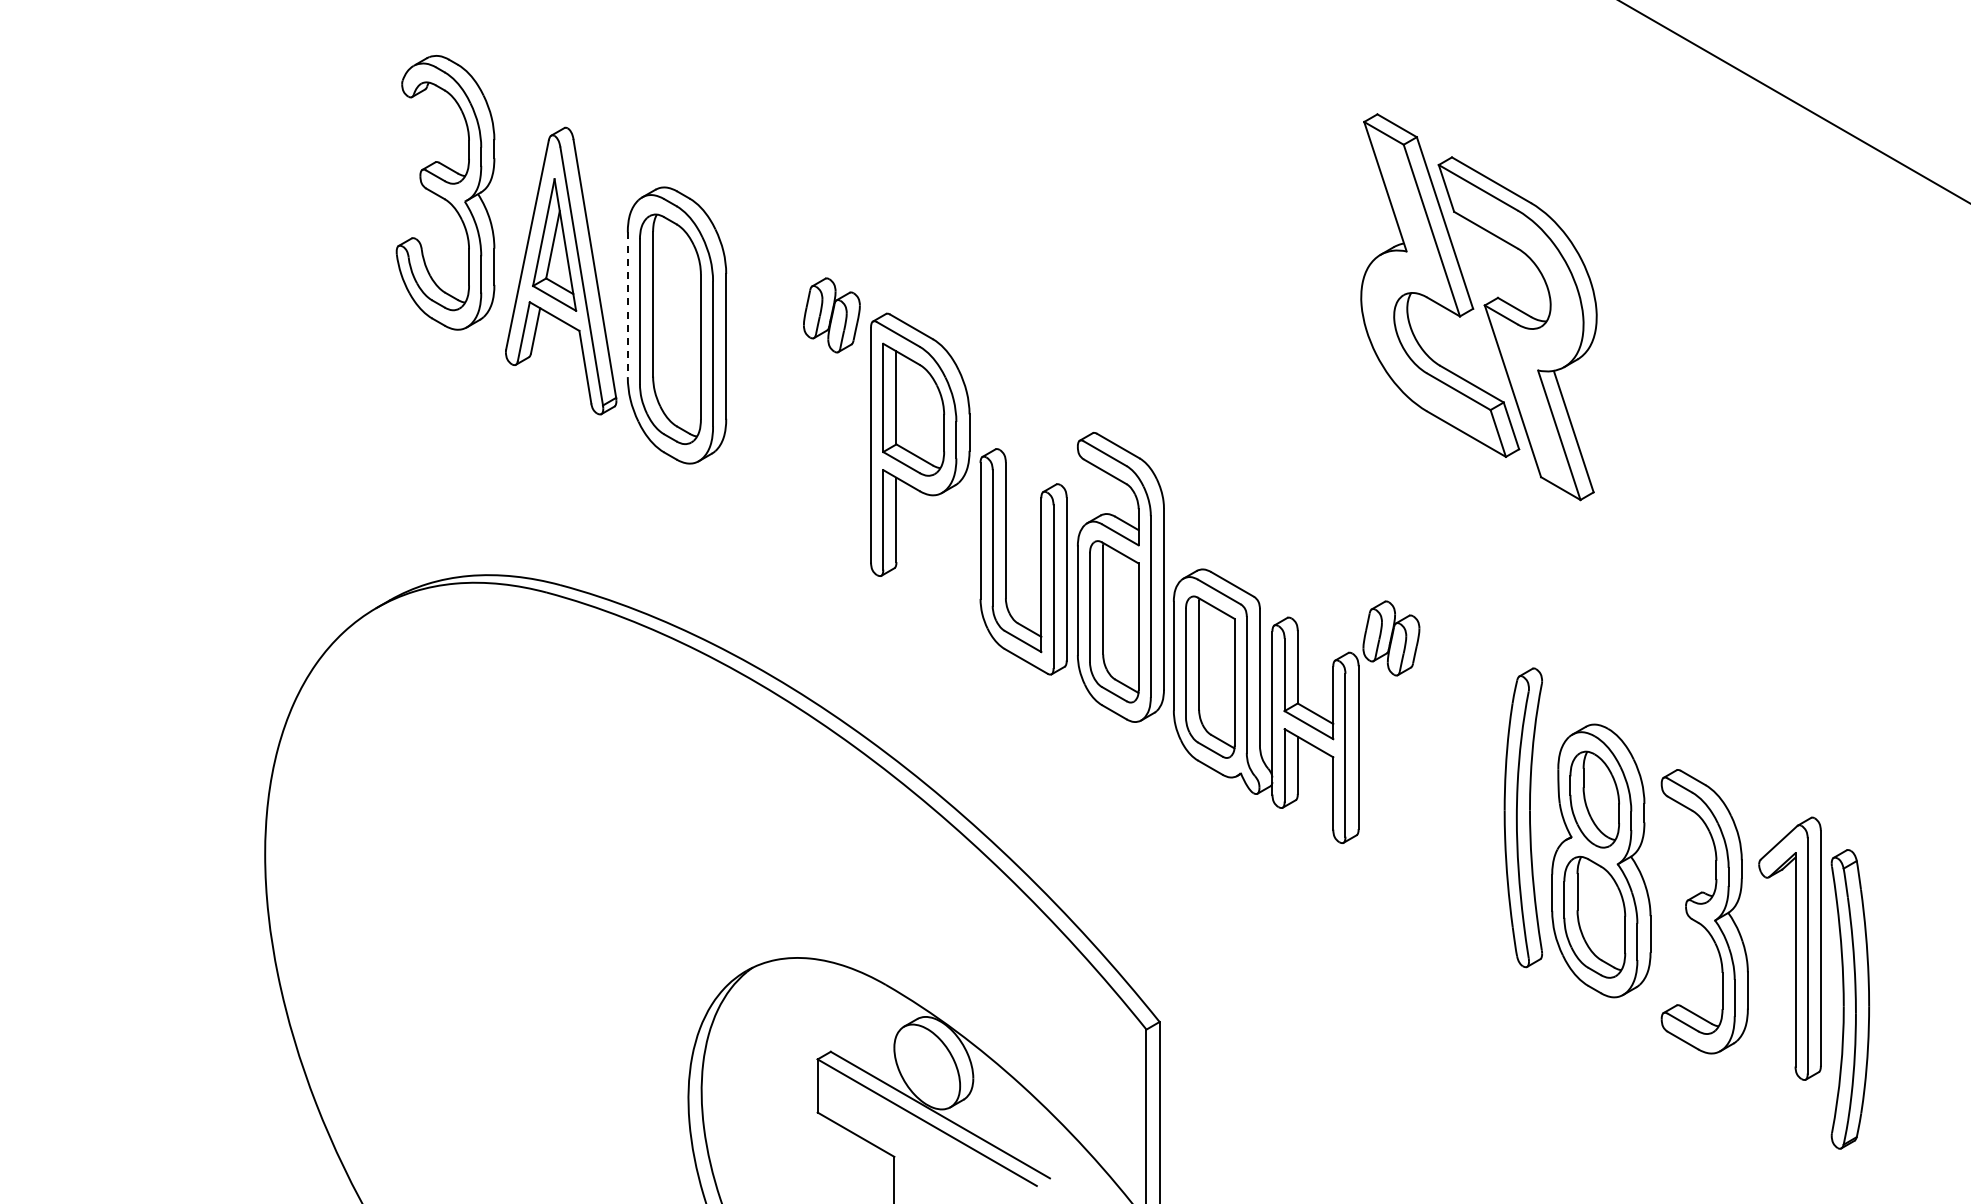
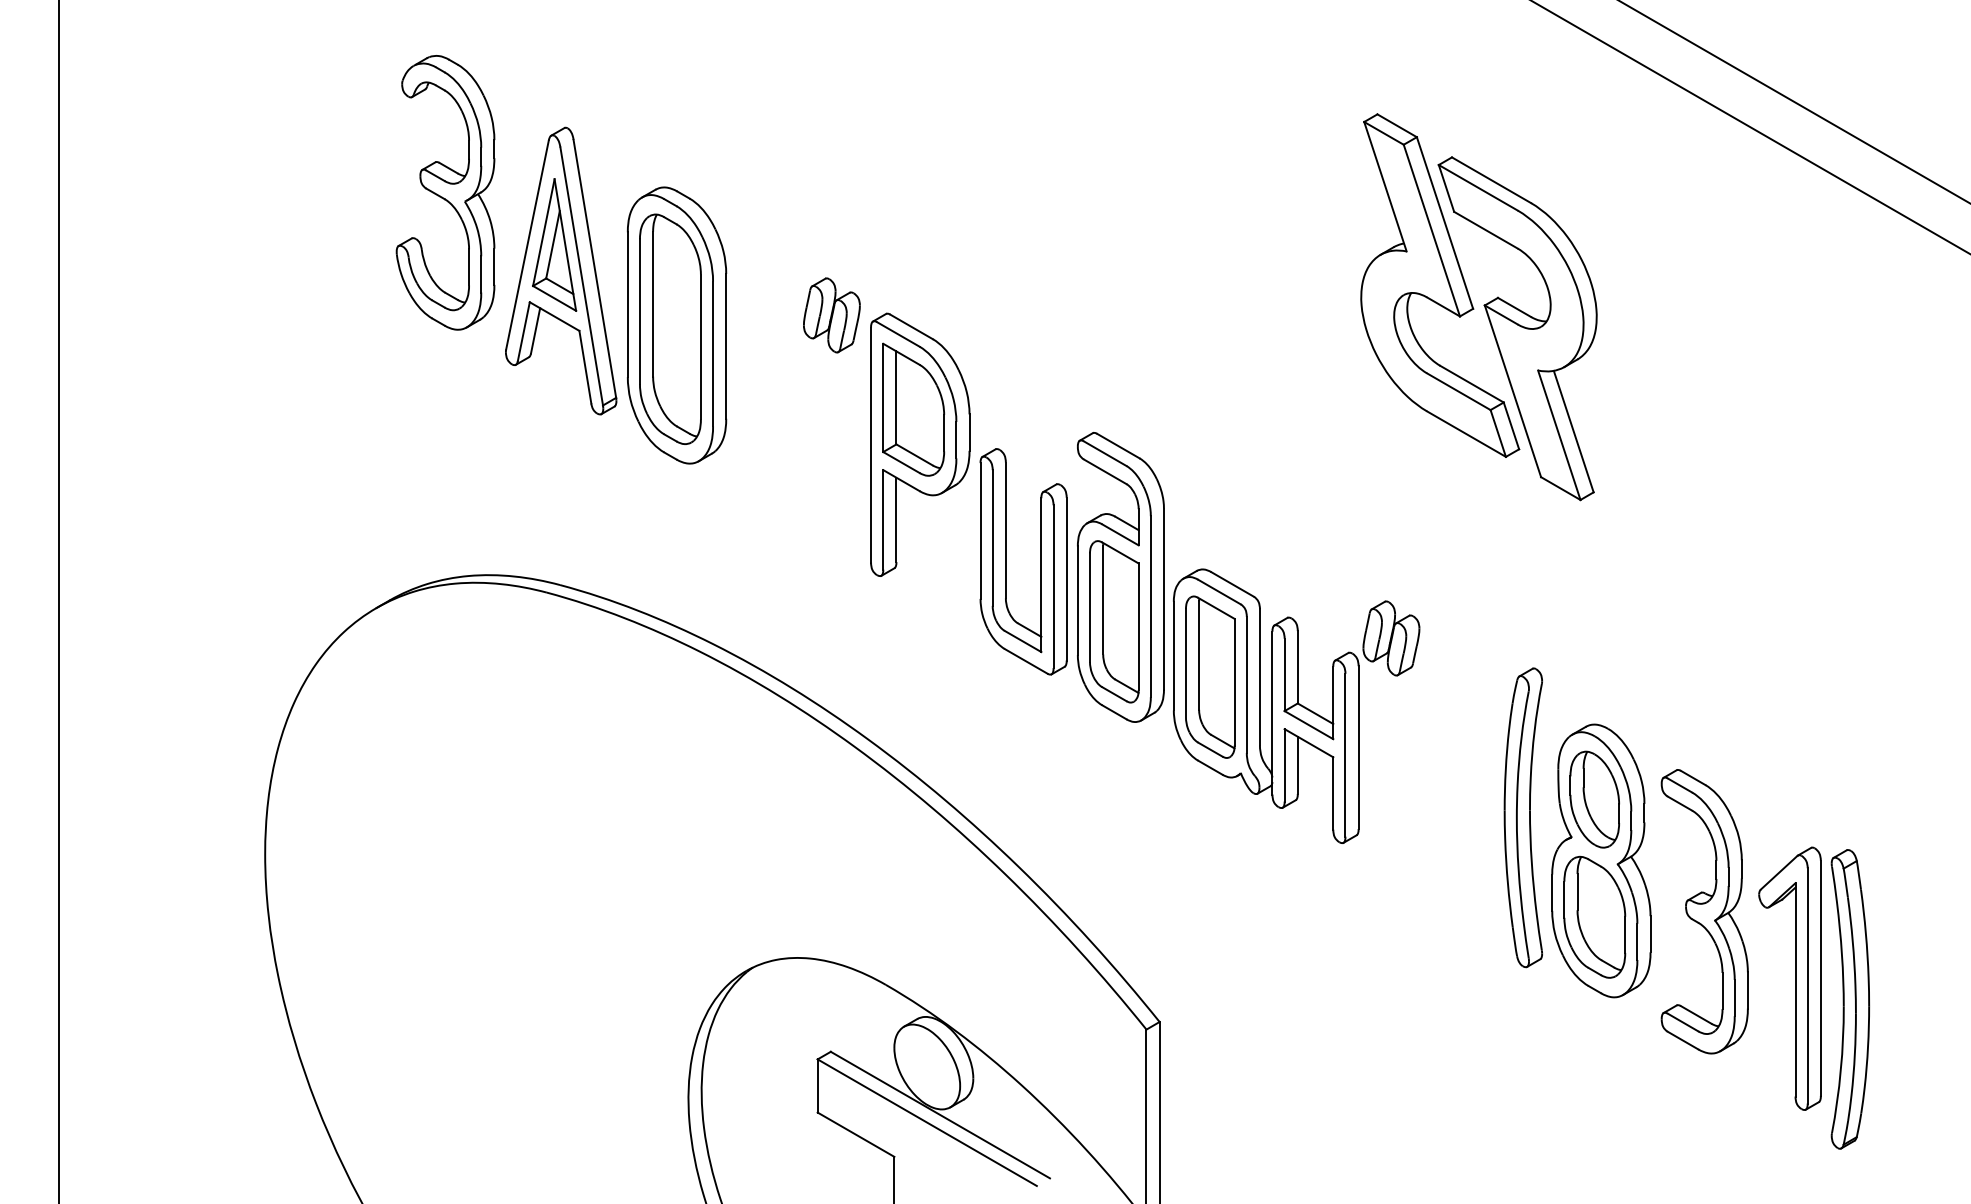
line at (1750, 127): none -> present
line at (627, 305): dashed -> solid
line at (59, 601): none -> present
part at (1789, 948) position: (1789, 948) -> (1789, 978)
